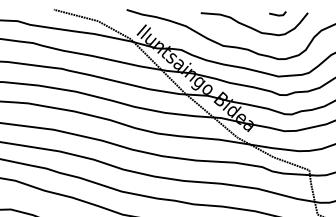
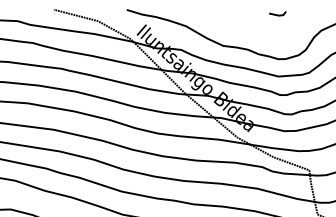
part at (254, 24): present -> none
